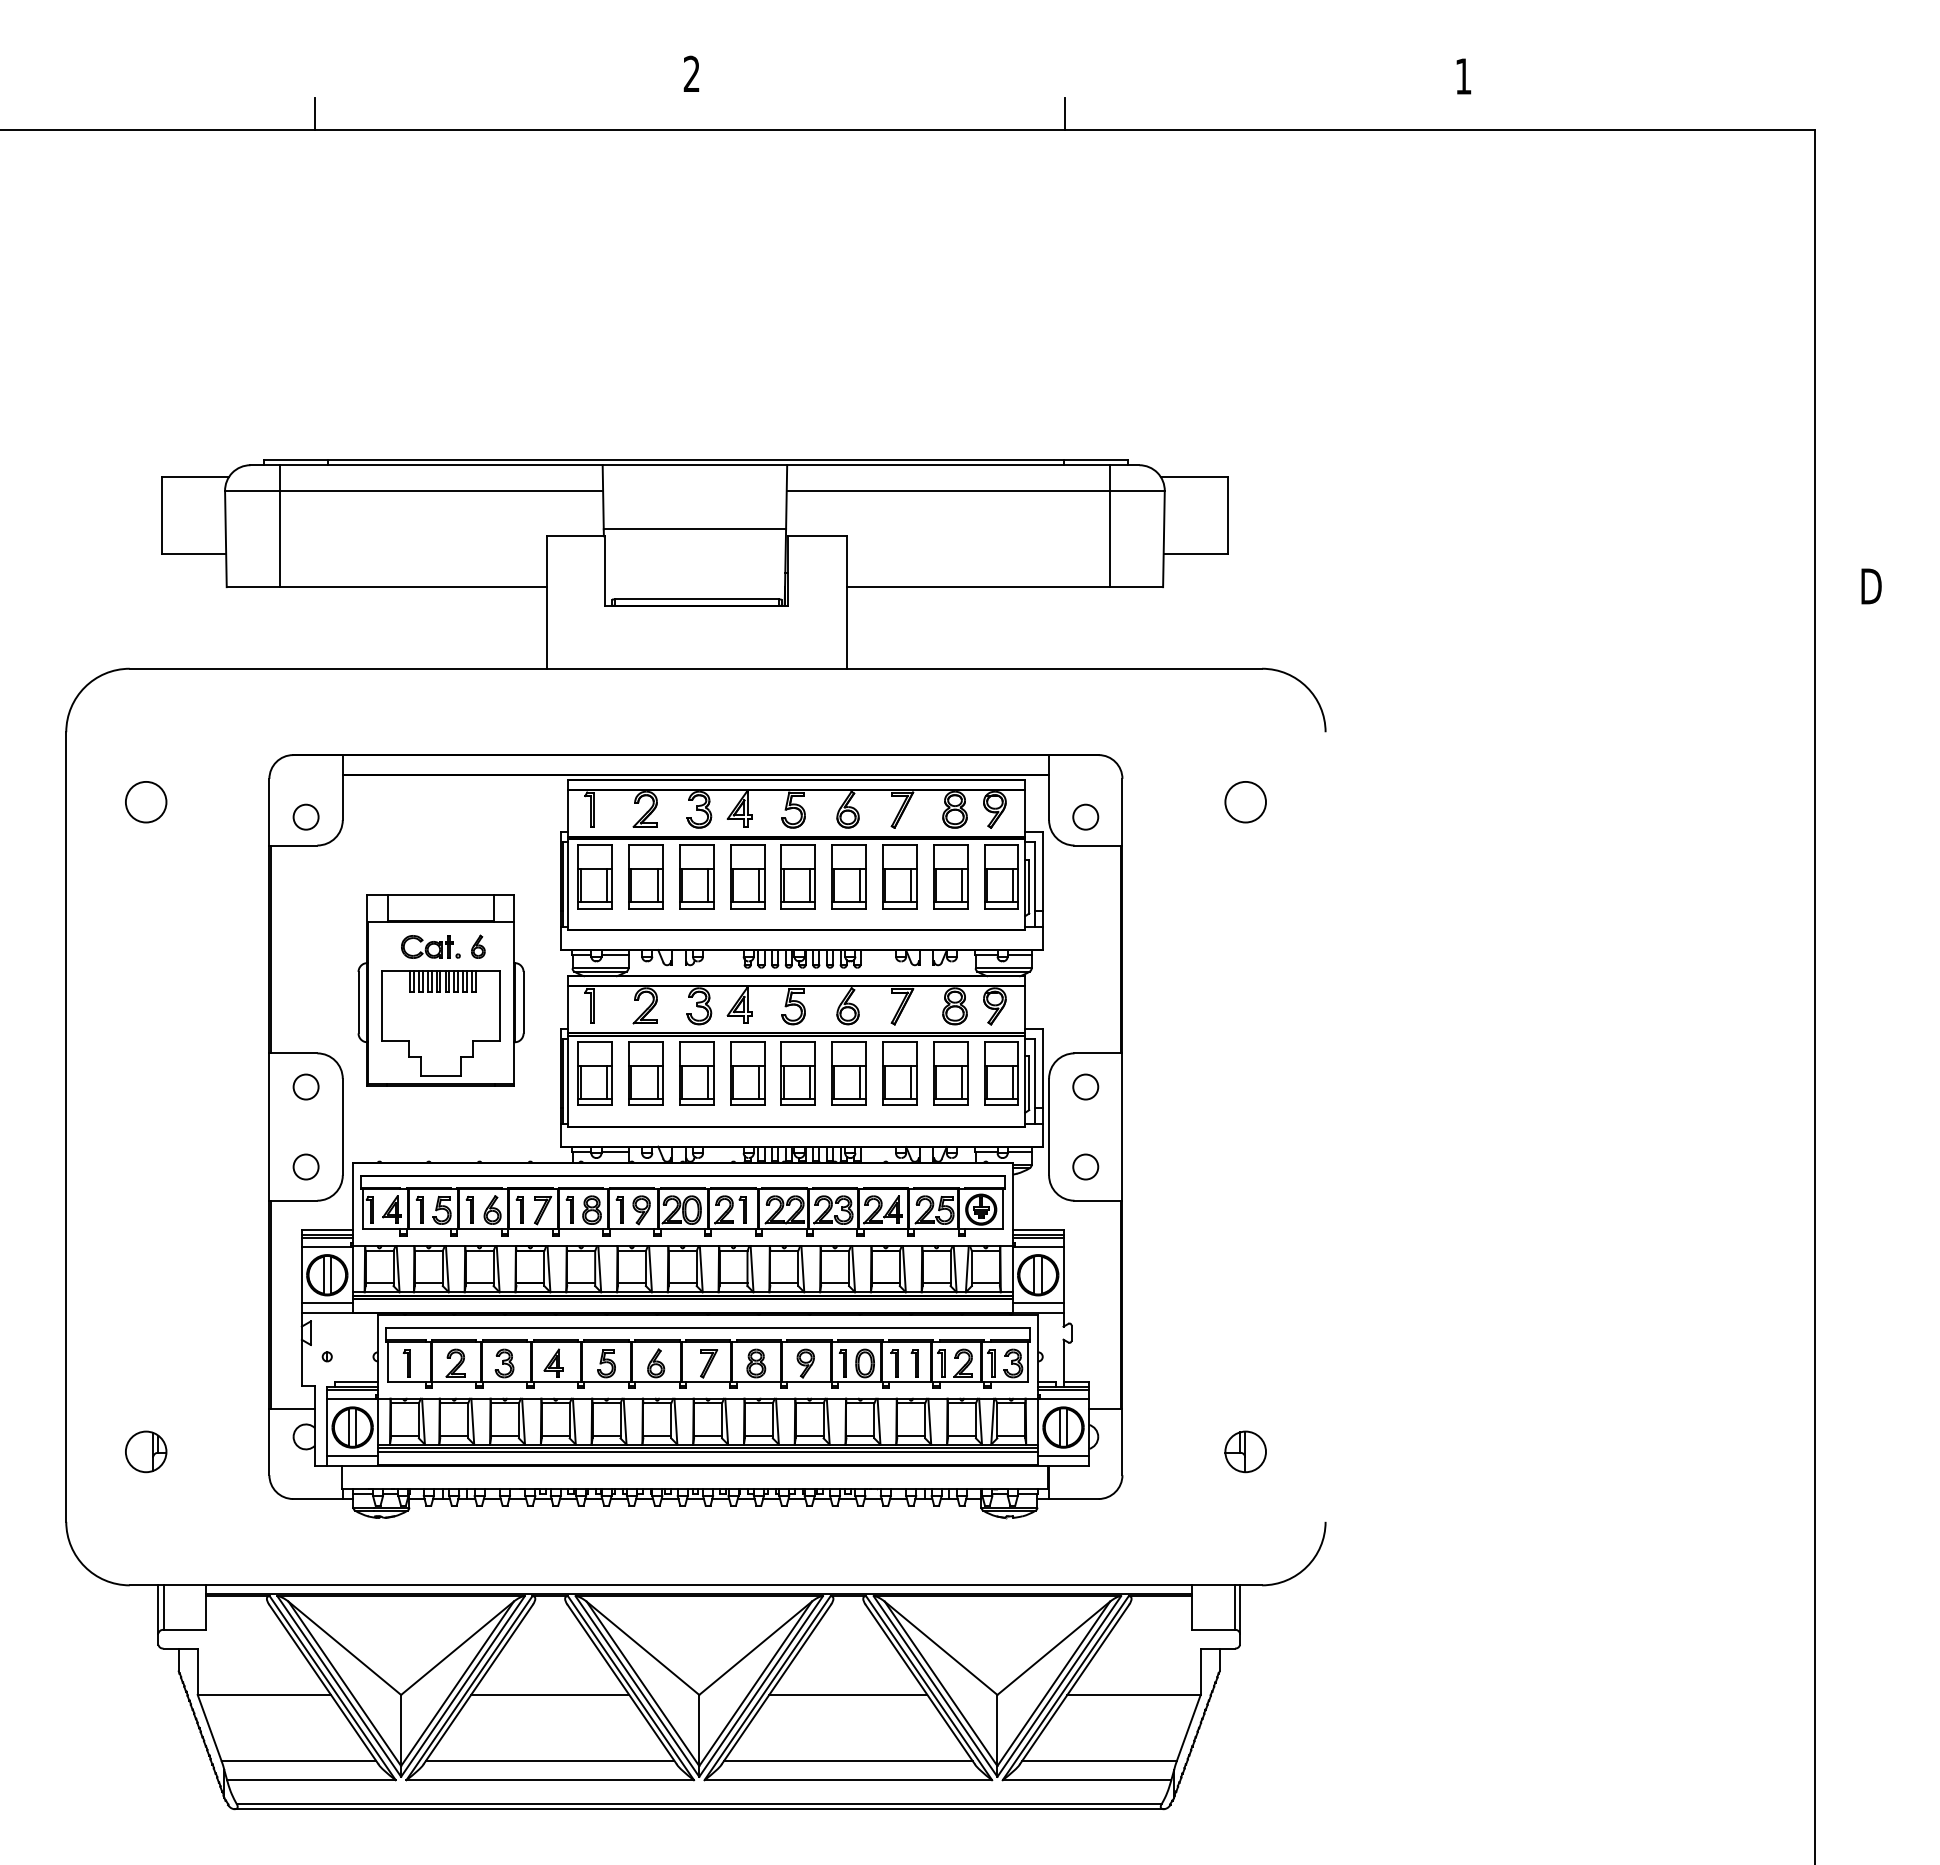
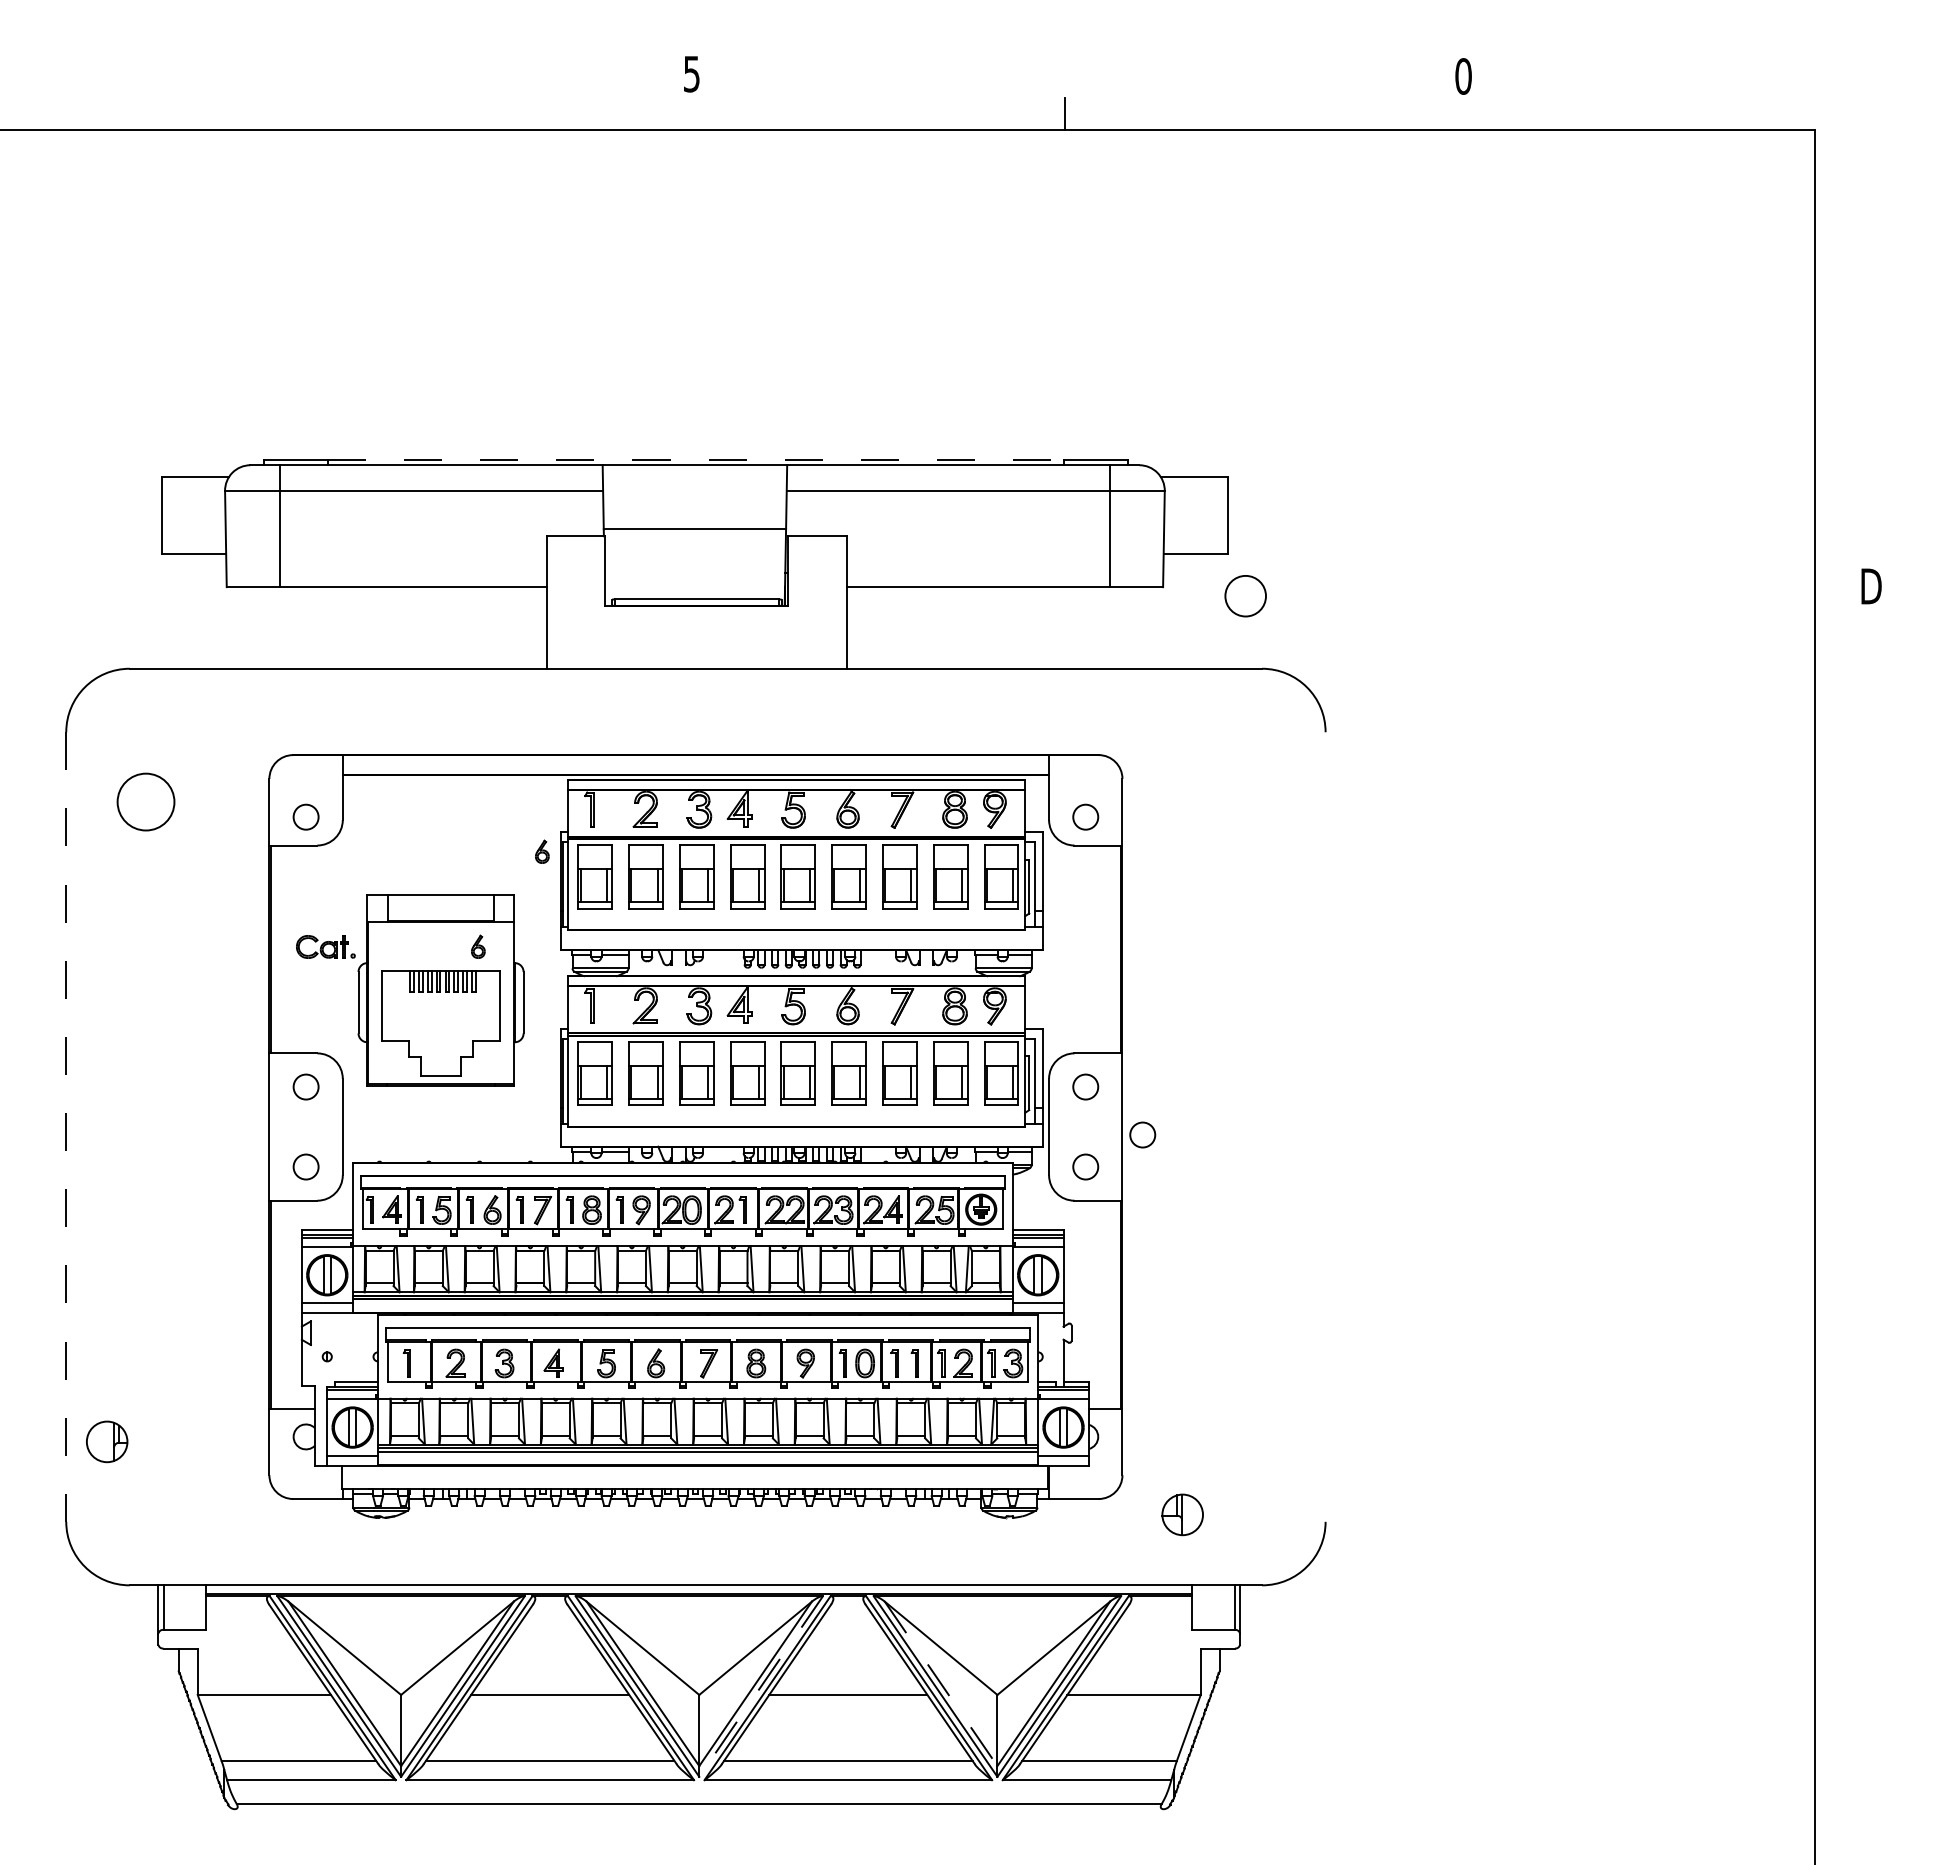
text at (691, 73): 2 -> 5
text at (1463, 76): 1 -> 0
line at (314, 113): present -> none
line at (696, 460): solid -> dashed
circle at (146, 802) size: 43x43 px -> 60x60 px
circle at (1245, 802) position: (1245, 802) -> (1245, 596)
part at (542, 851): none -> present
part at (430, 946) position: (430, 946) -> (325, 946)
line at (66, 1127): solid -> dashed
circle at (1142, 1134): none -> present
part at (146, 1451) position: (146, 1451) -> (107, 1441)
part at (1245, 1451) position: (1245, 1451) -> (1182, 1514)
line at (941, 1683): solid -> dashed
line at (760, 1686): solid -> dashed
line at (698, 1809): present -> none
